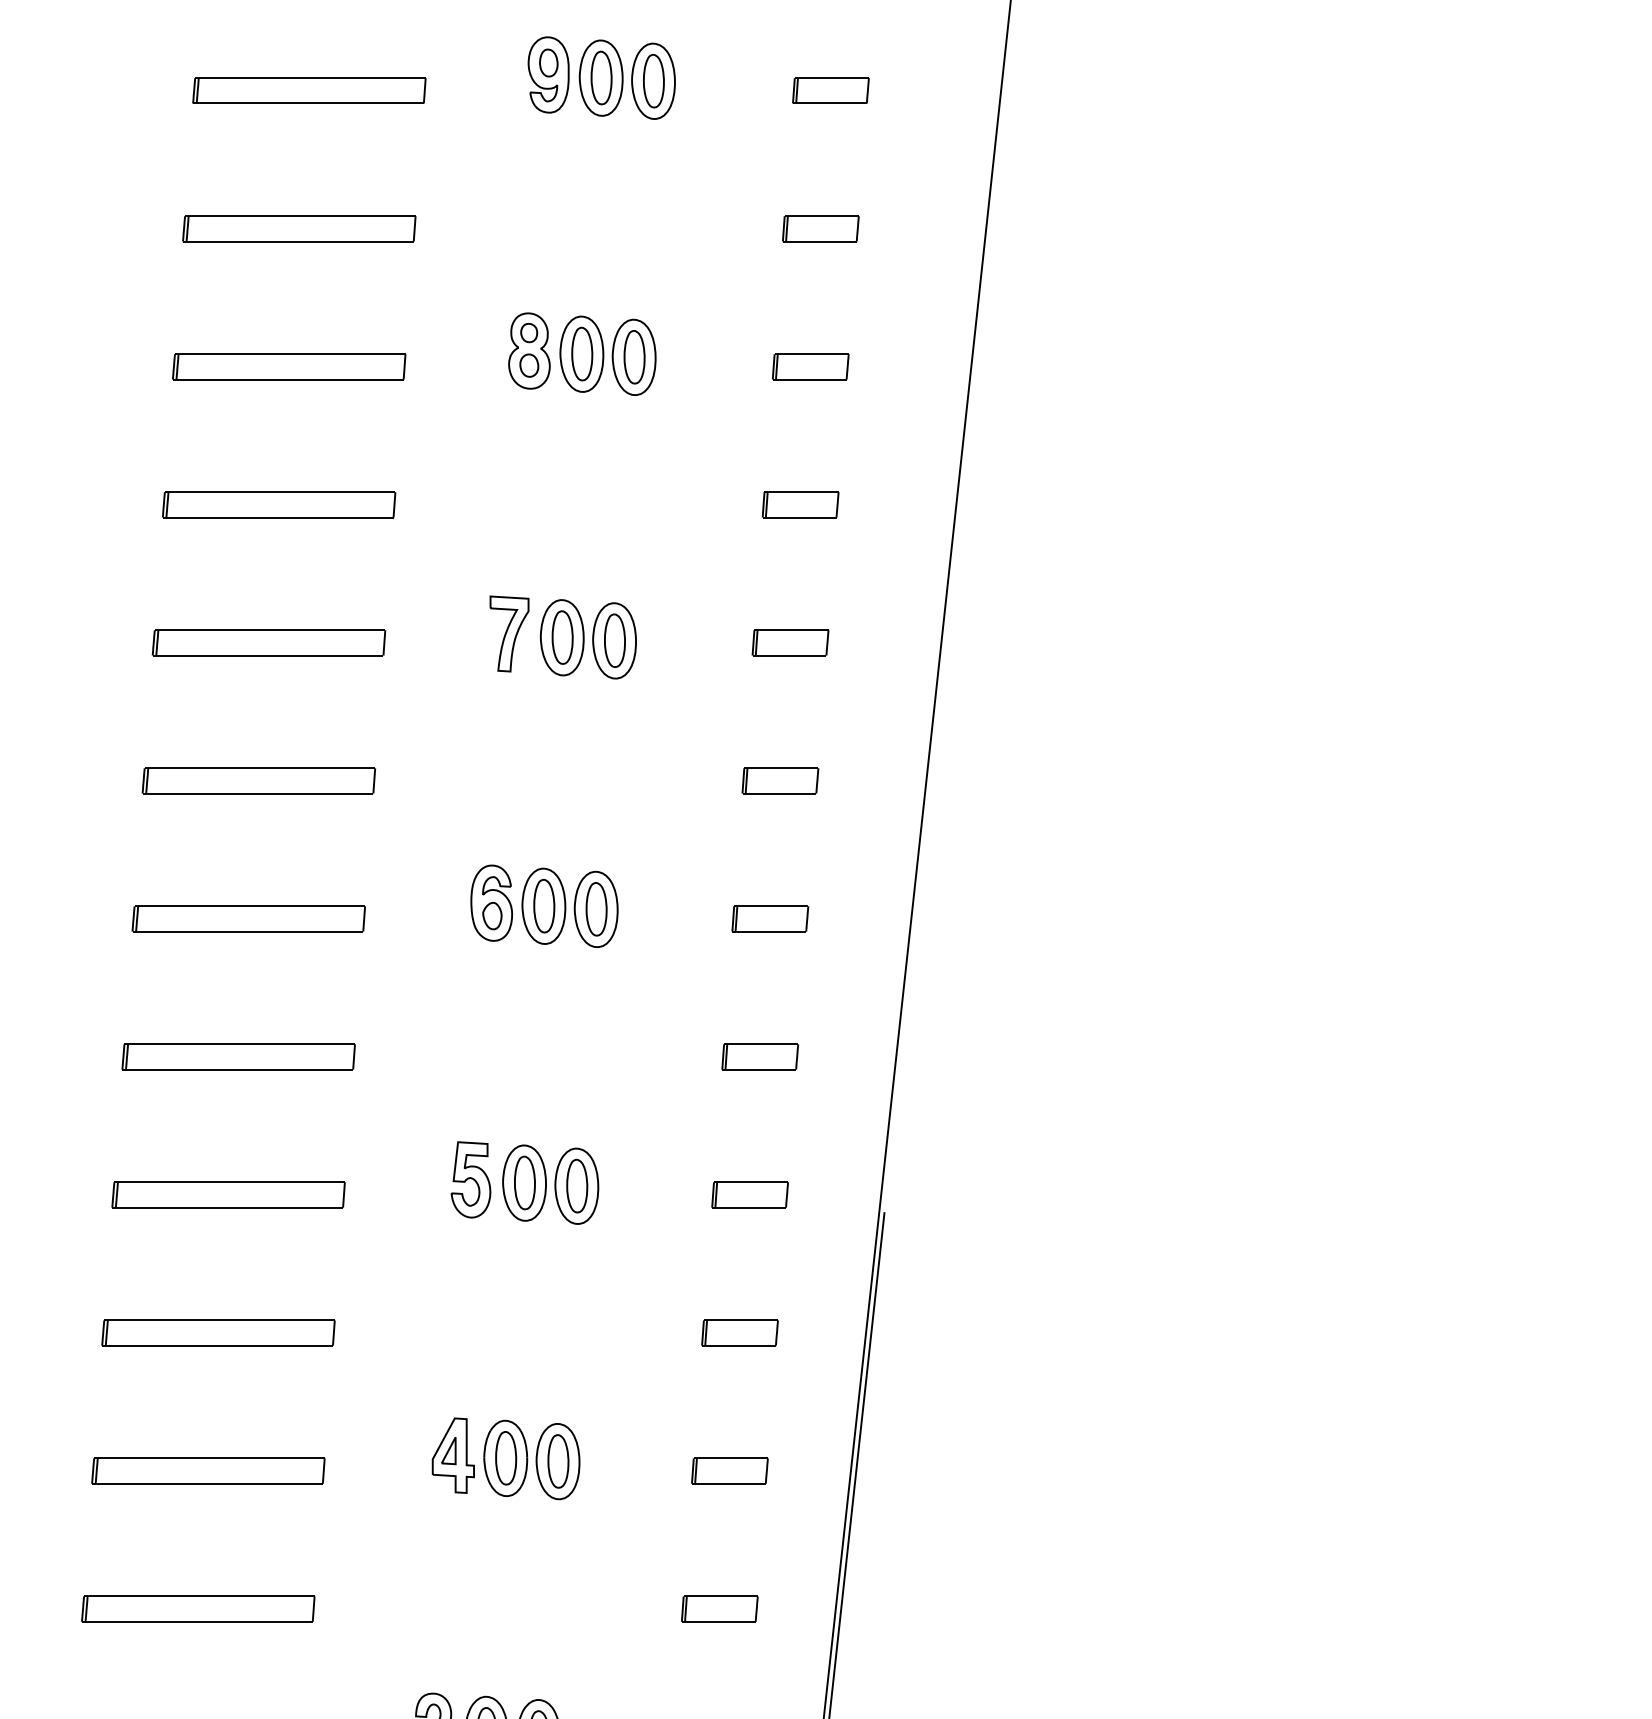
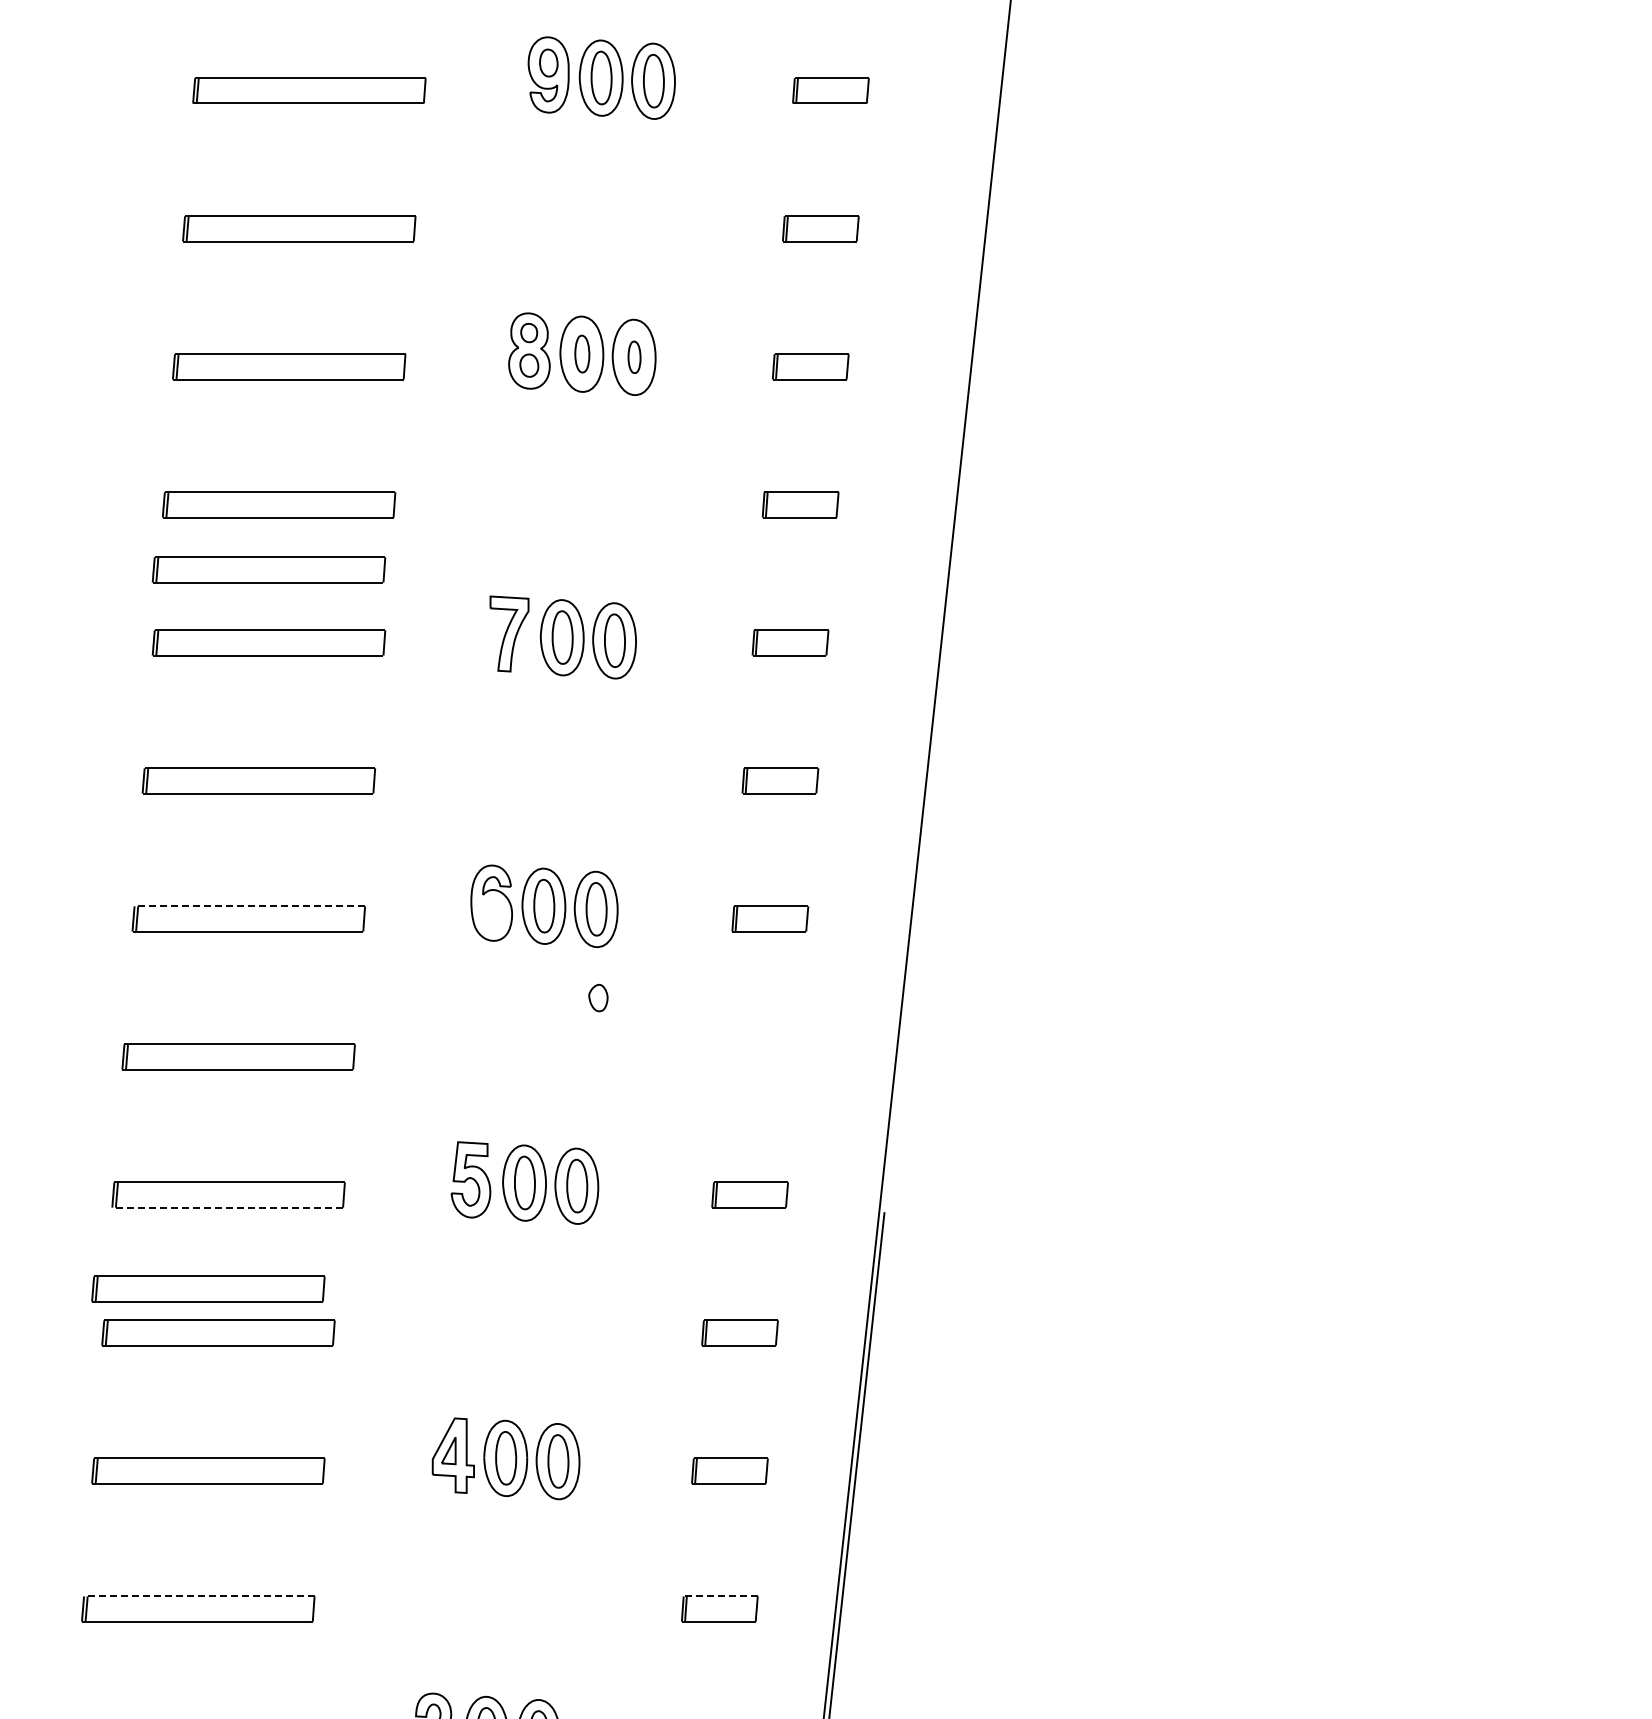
part at (582, 353) size: 23x56 px -> 17x40 px
part at (634, 357) size: 23x55 px -> 15x34 px
part at (268, 569): none -> present
line at (249, 906): solid -> dashed
part at (492, 916) position: (492, 916) -> (598, 998)
part at (759, 1056): present -> none
line at (227, 1207): solid -> dashed
part at (208, 1288): none -> present
line at (198, 1596): solid -> dashed
line at (720, 1596): solid -> dashed
